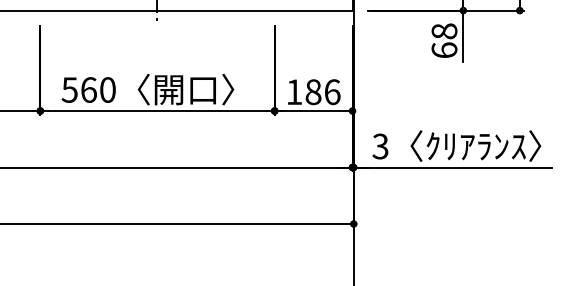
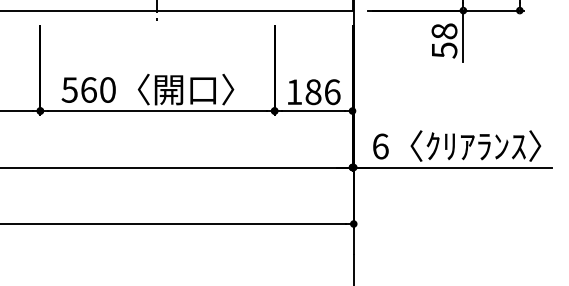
text at (444, 50): 68 -> 58
text at (380, 146): 3 -> 6
